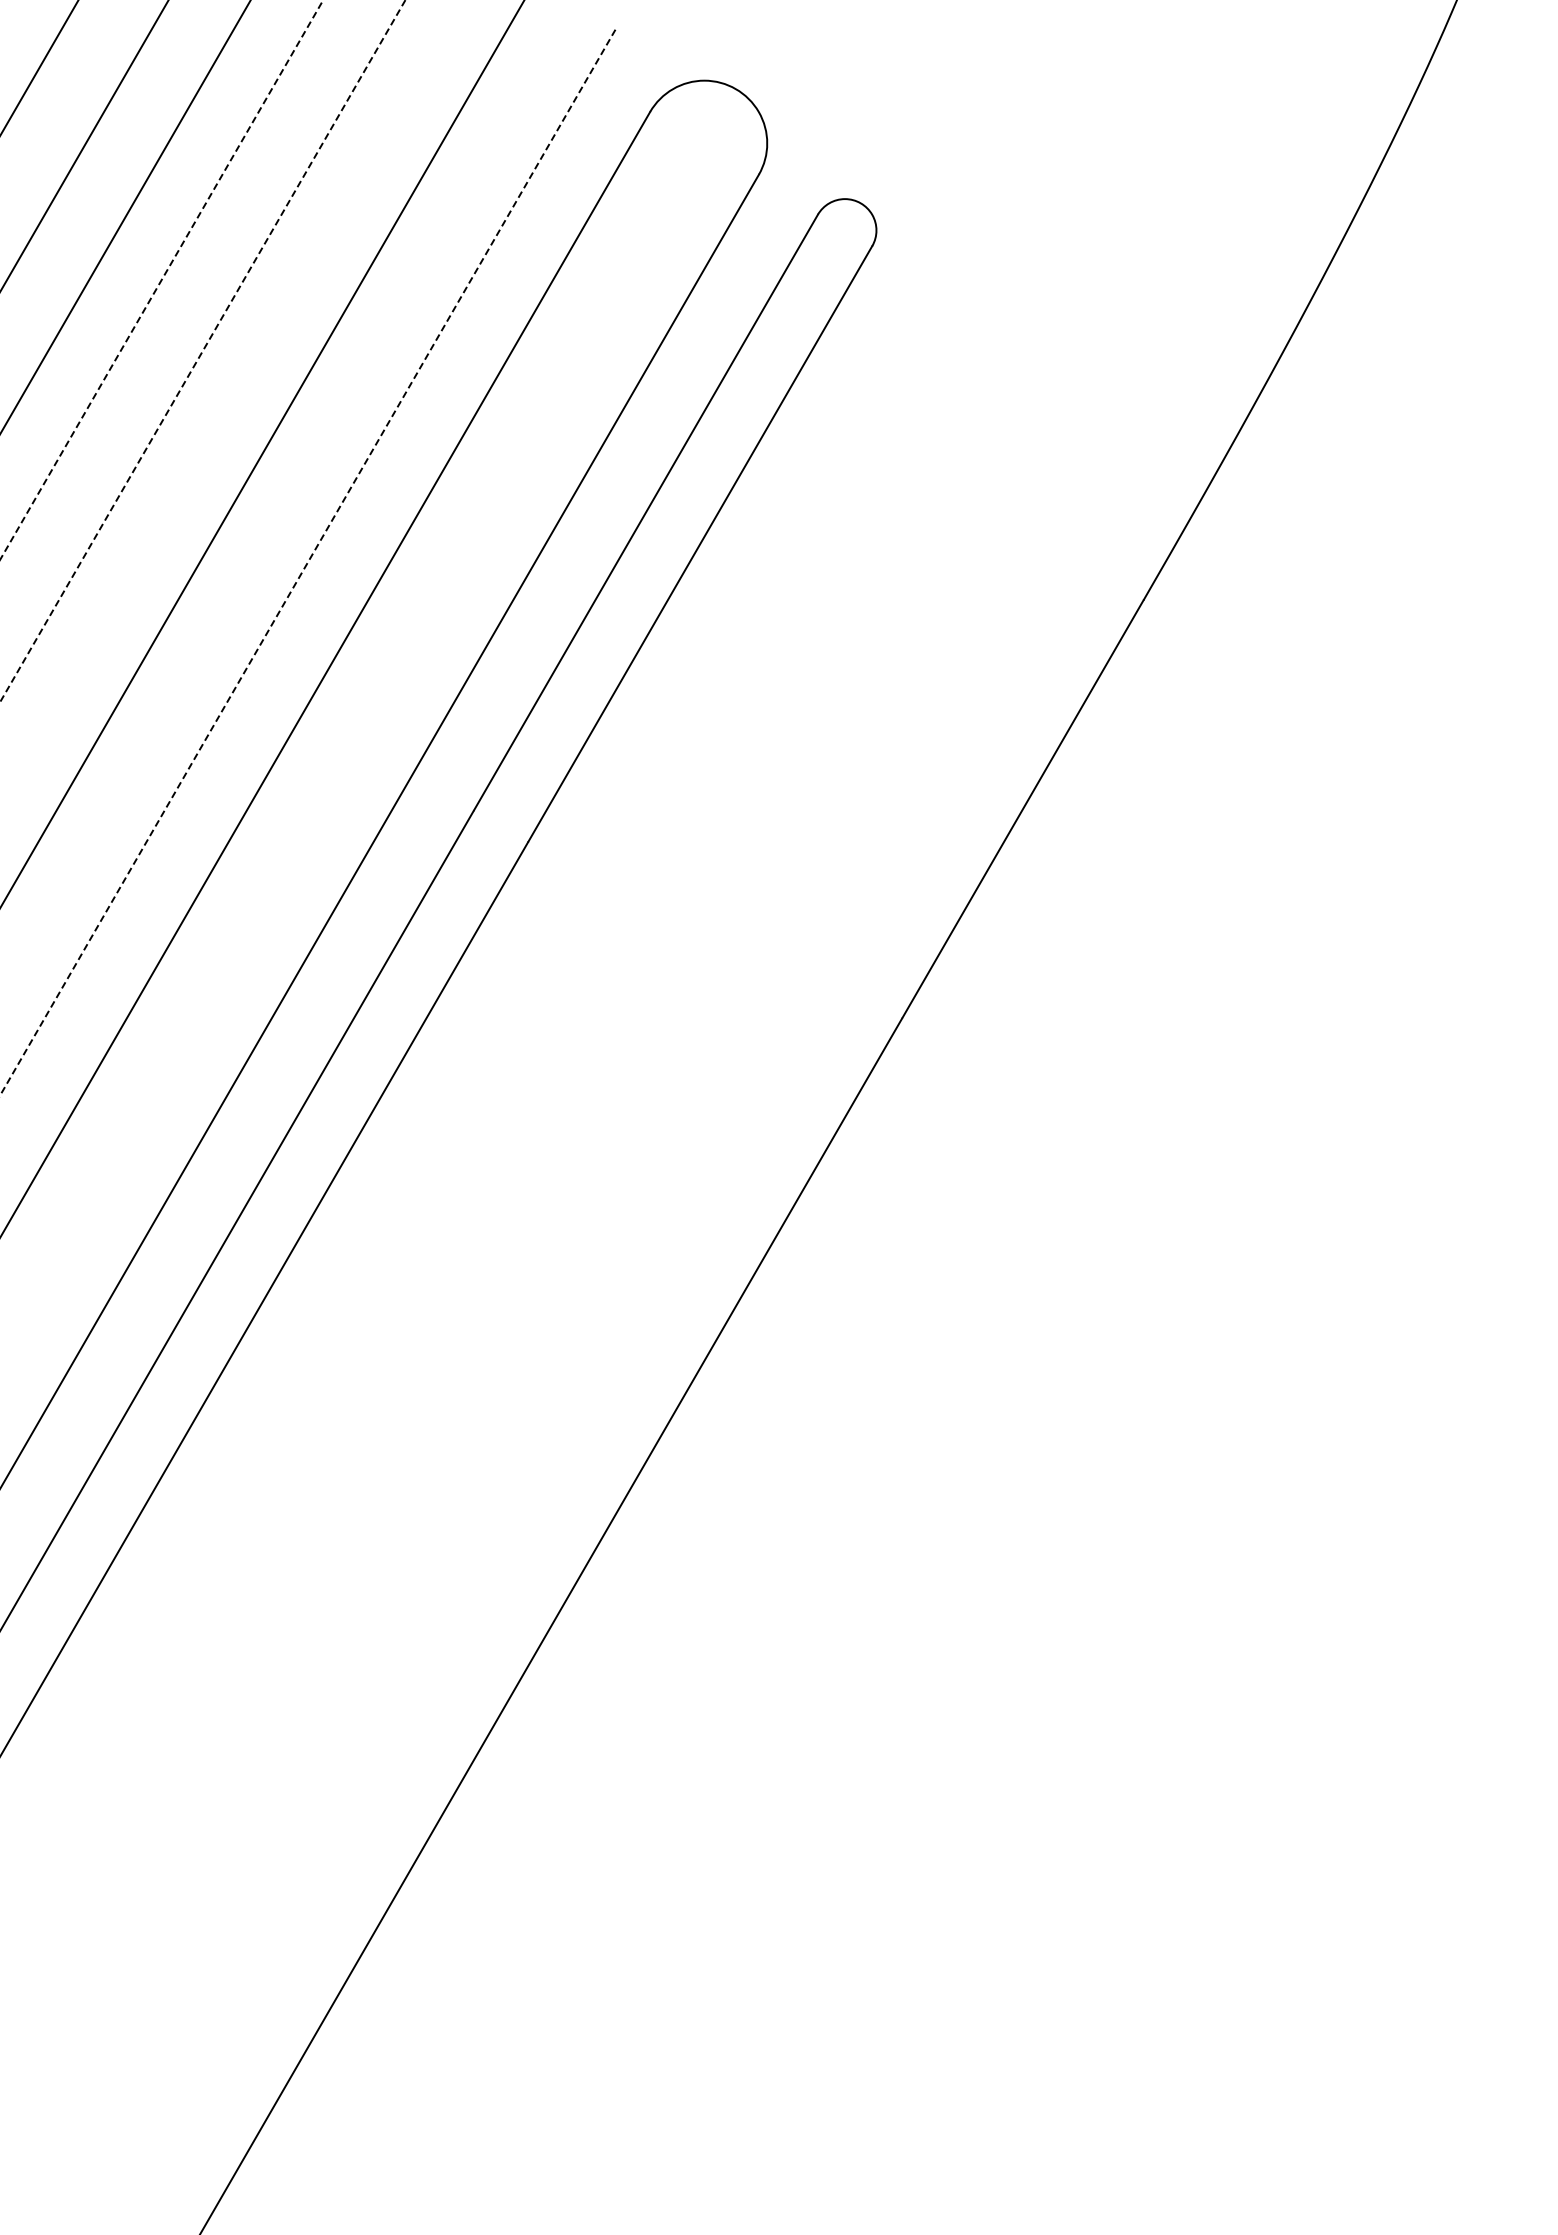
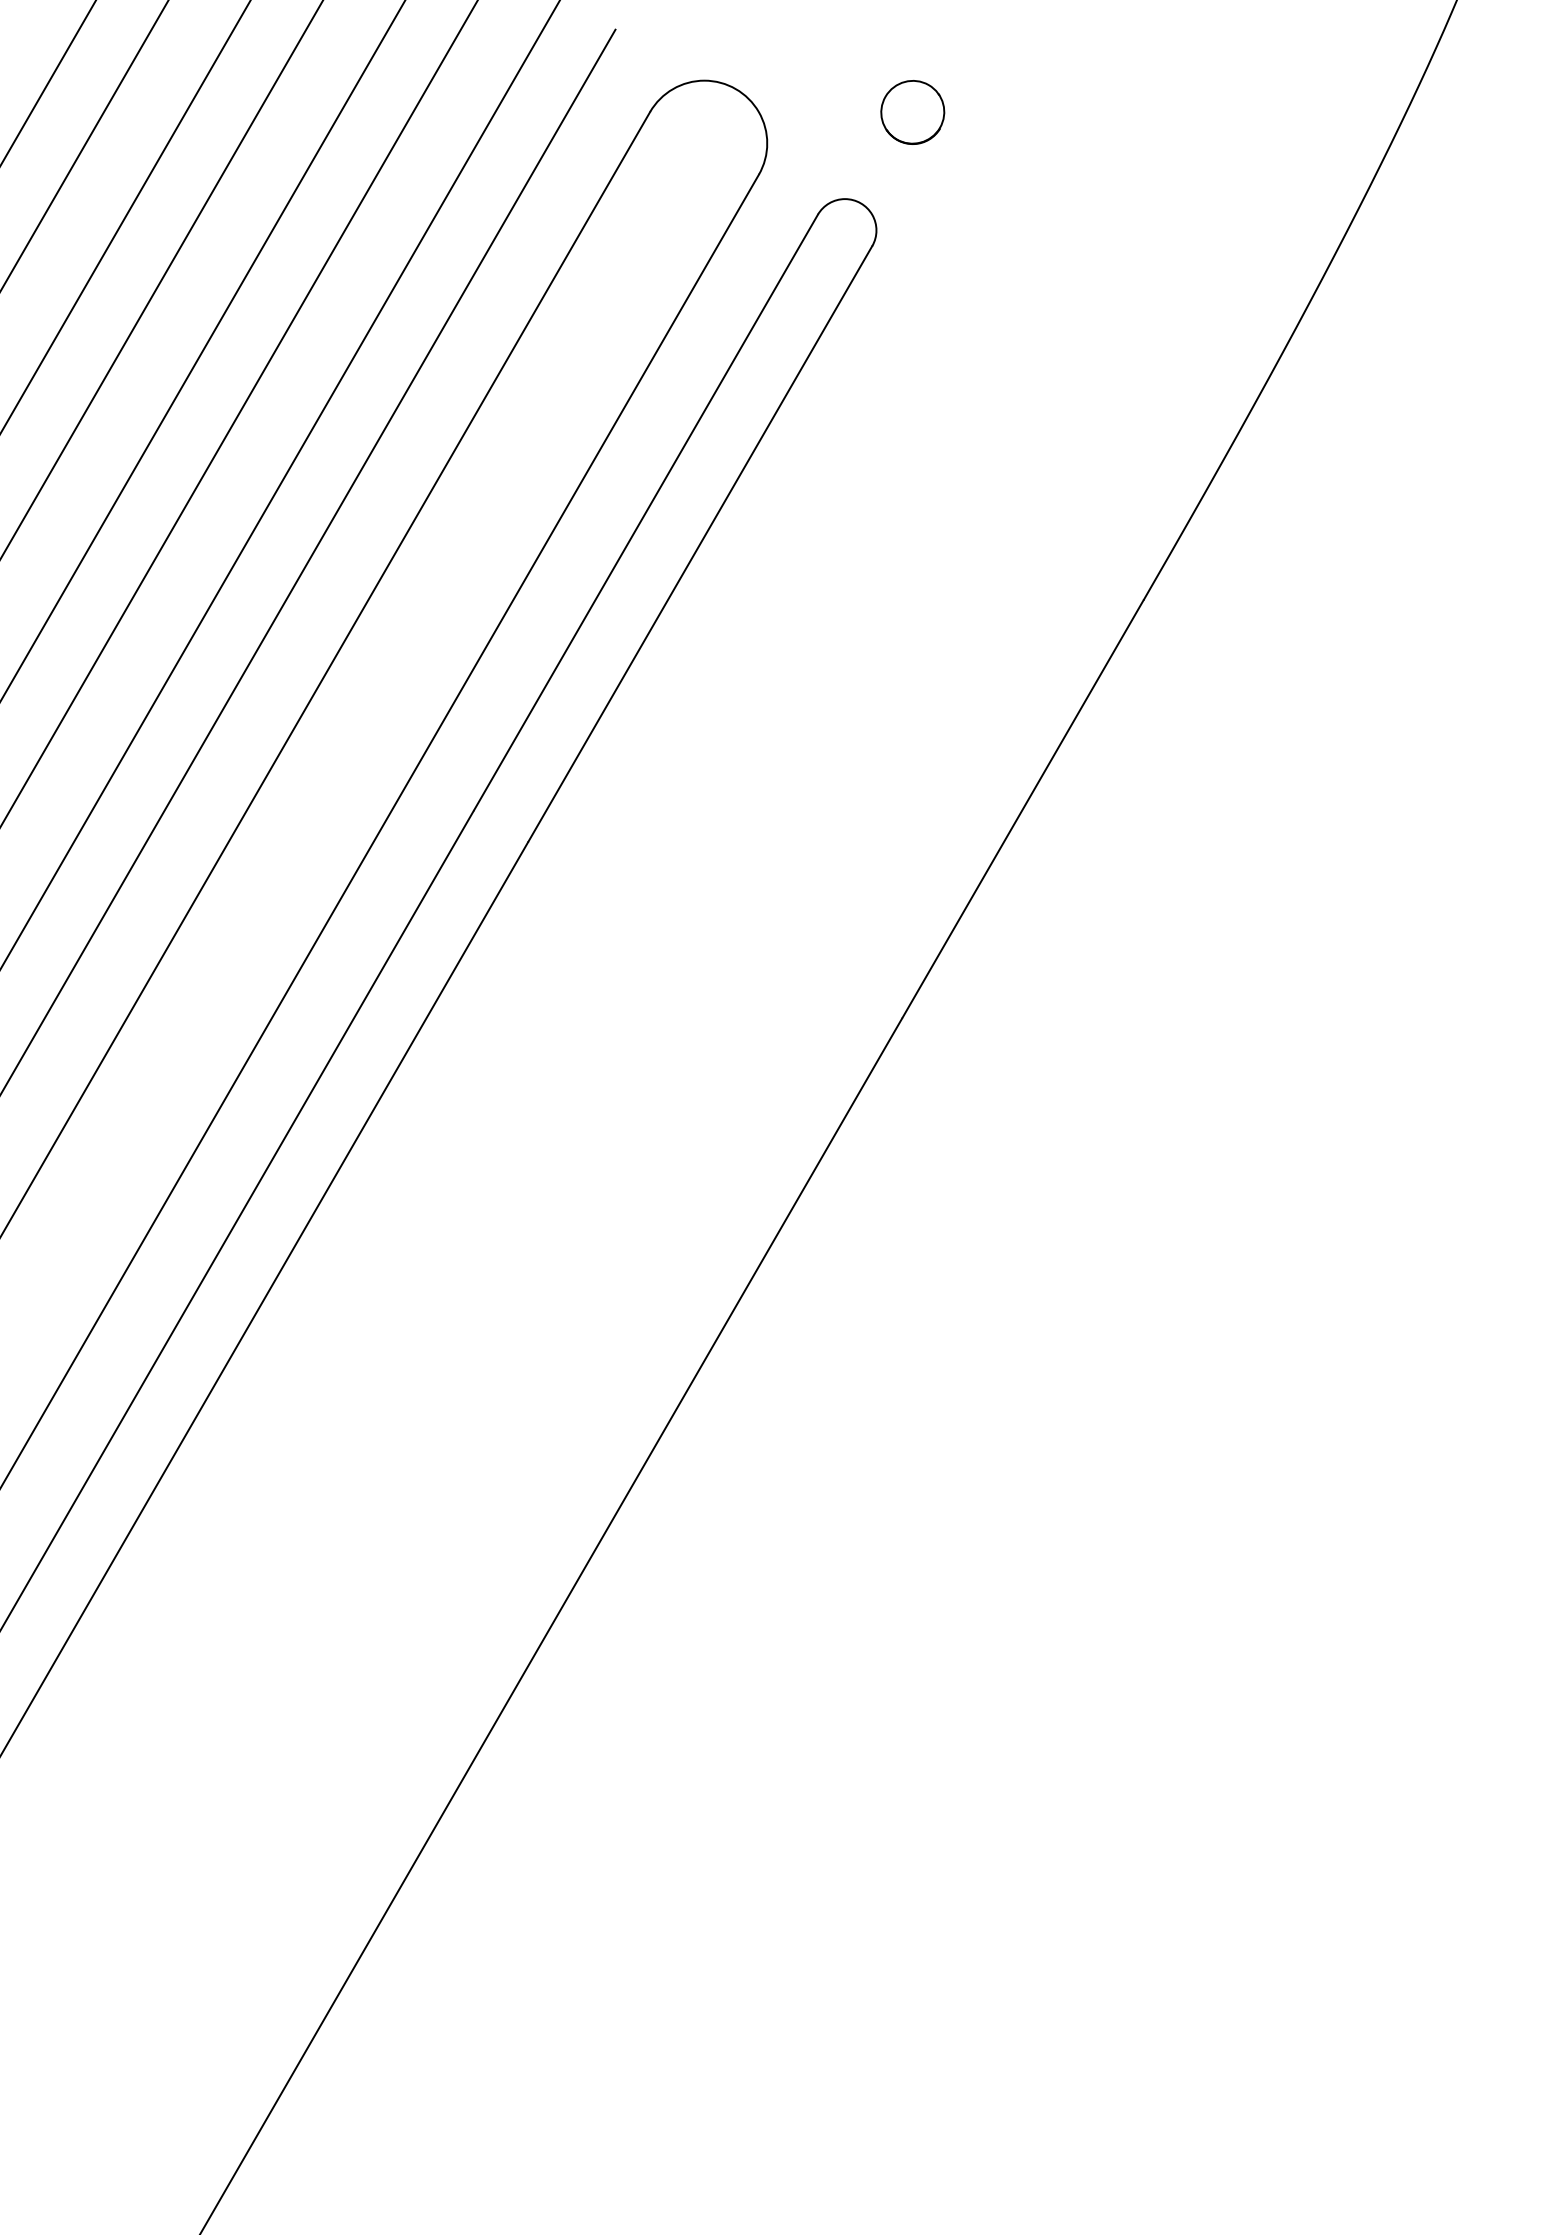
line at (39, 67) position: (39, 67) -> (48, 82)
part at (912, 112): none -> present
line at (161, 279): dashed -> solid
line at (202, 351): dashed -> solid
line at (262, 453) position: (262, 453) -> (239, 412)
line at (280, 484): none -> present
line at (307, 563): dashed -> solid
